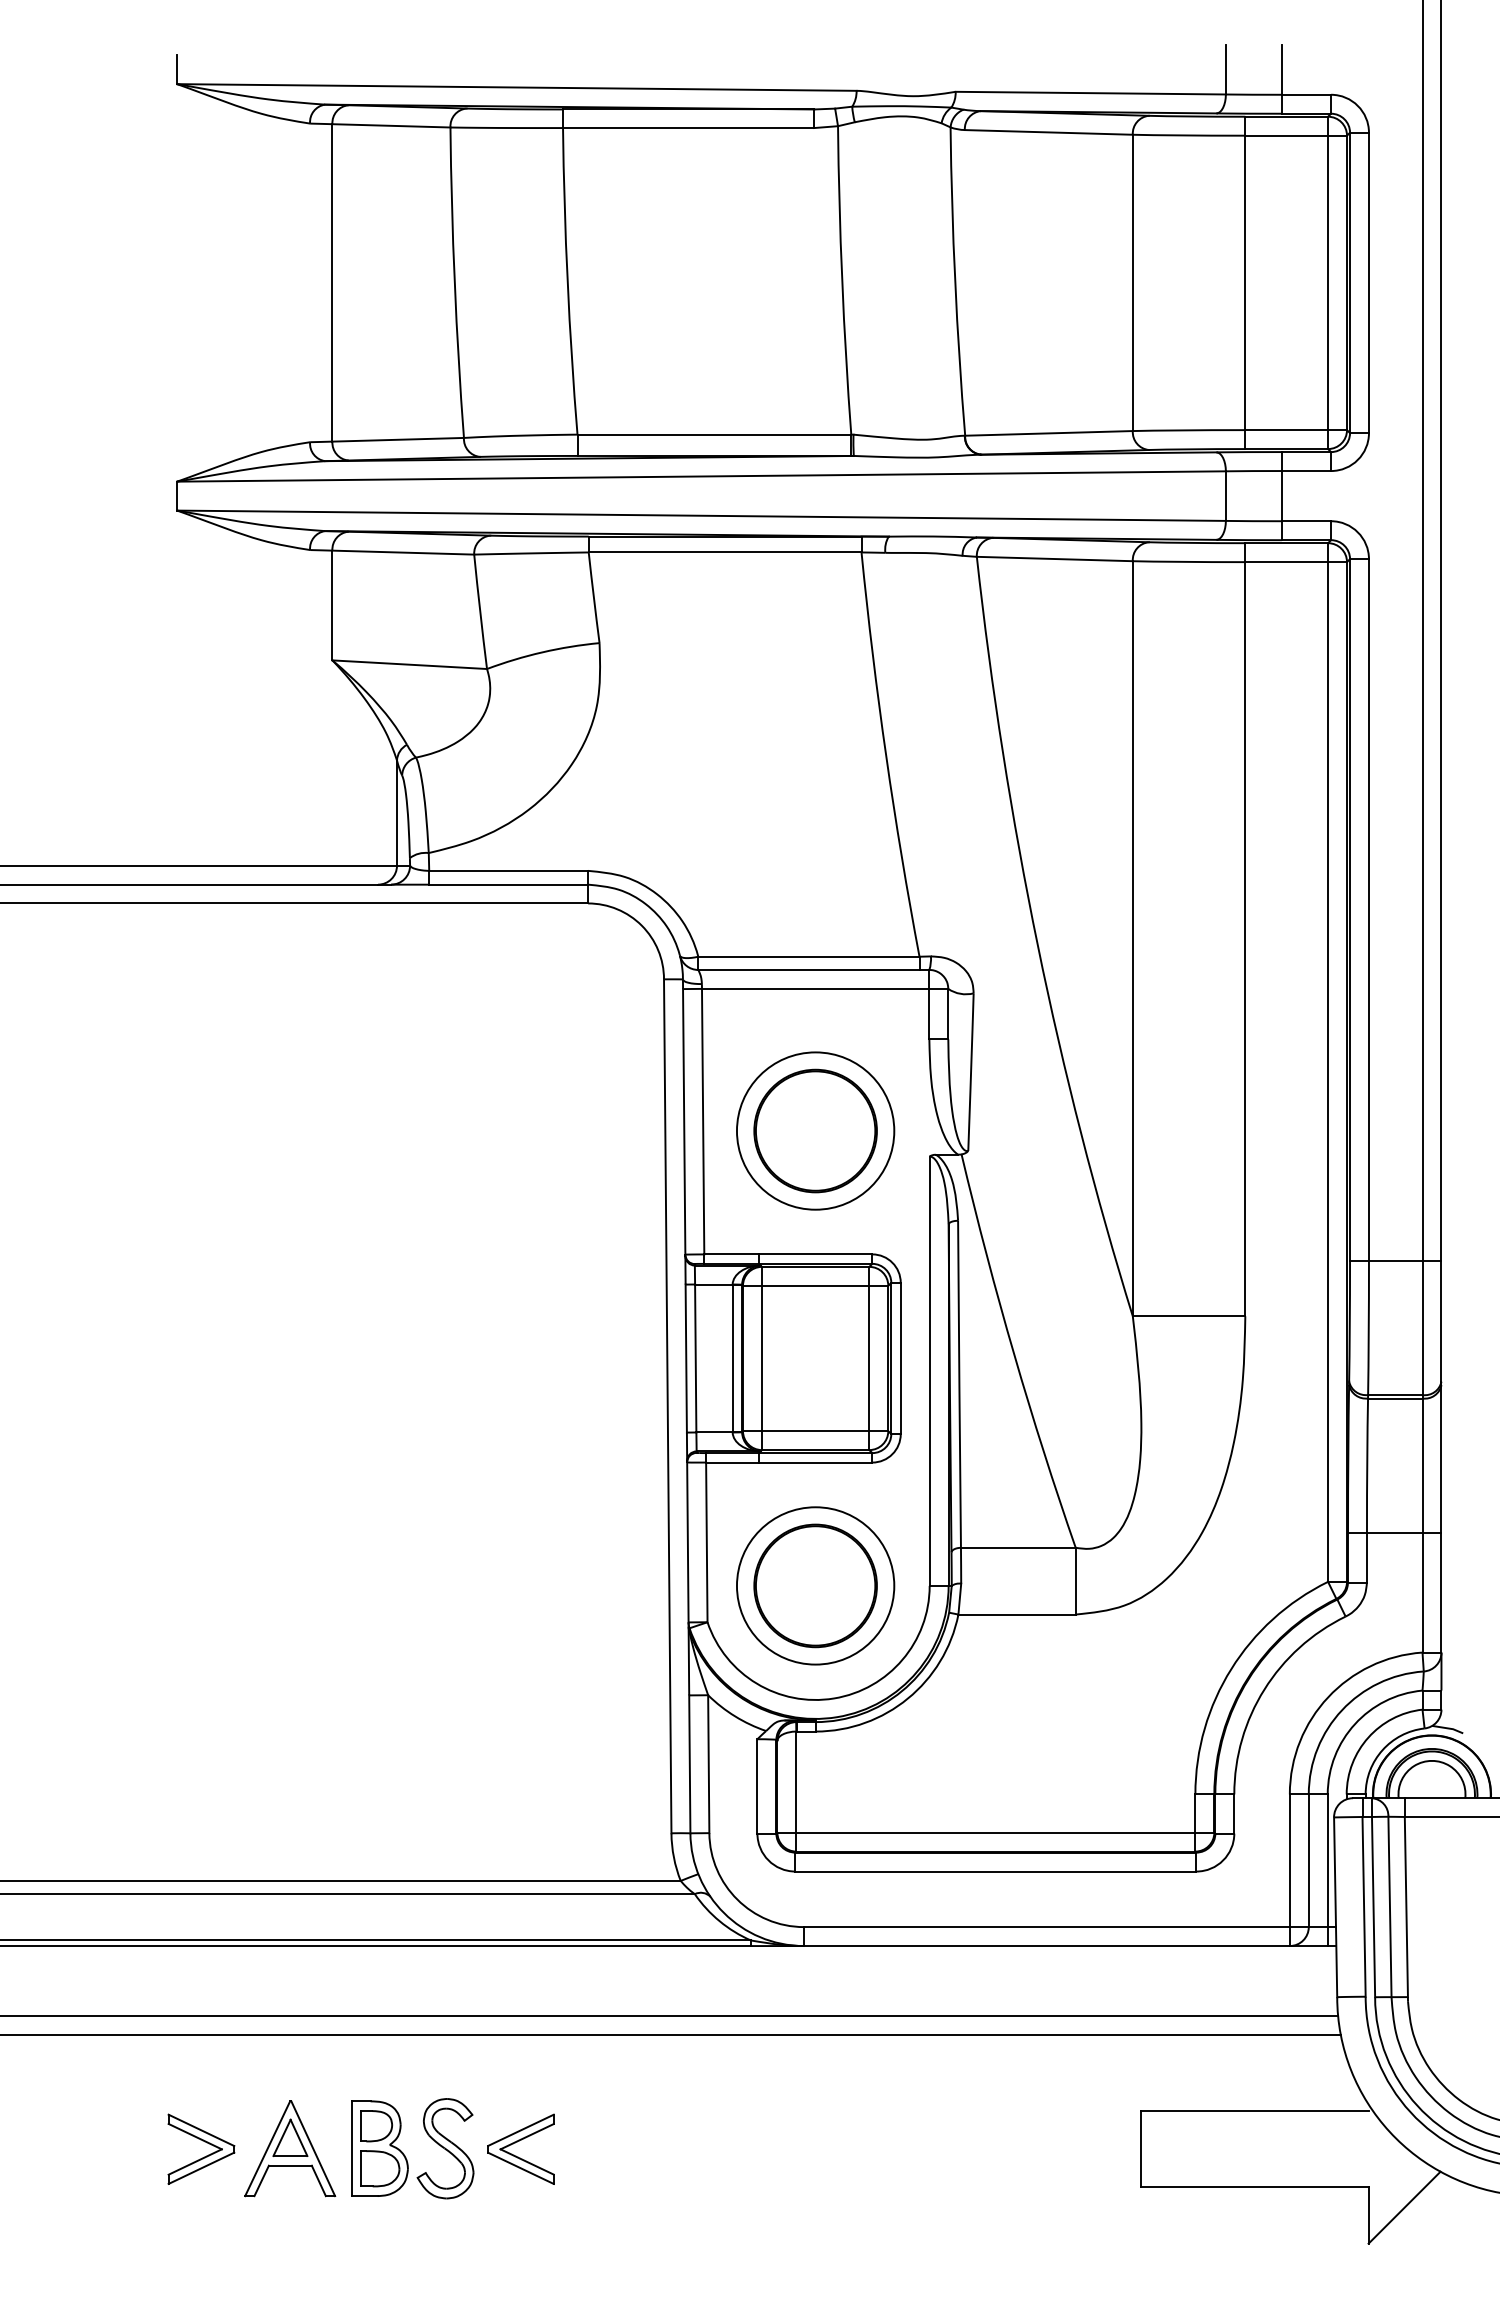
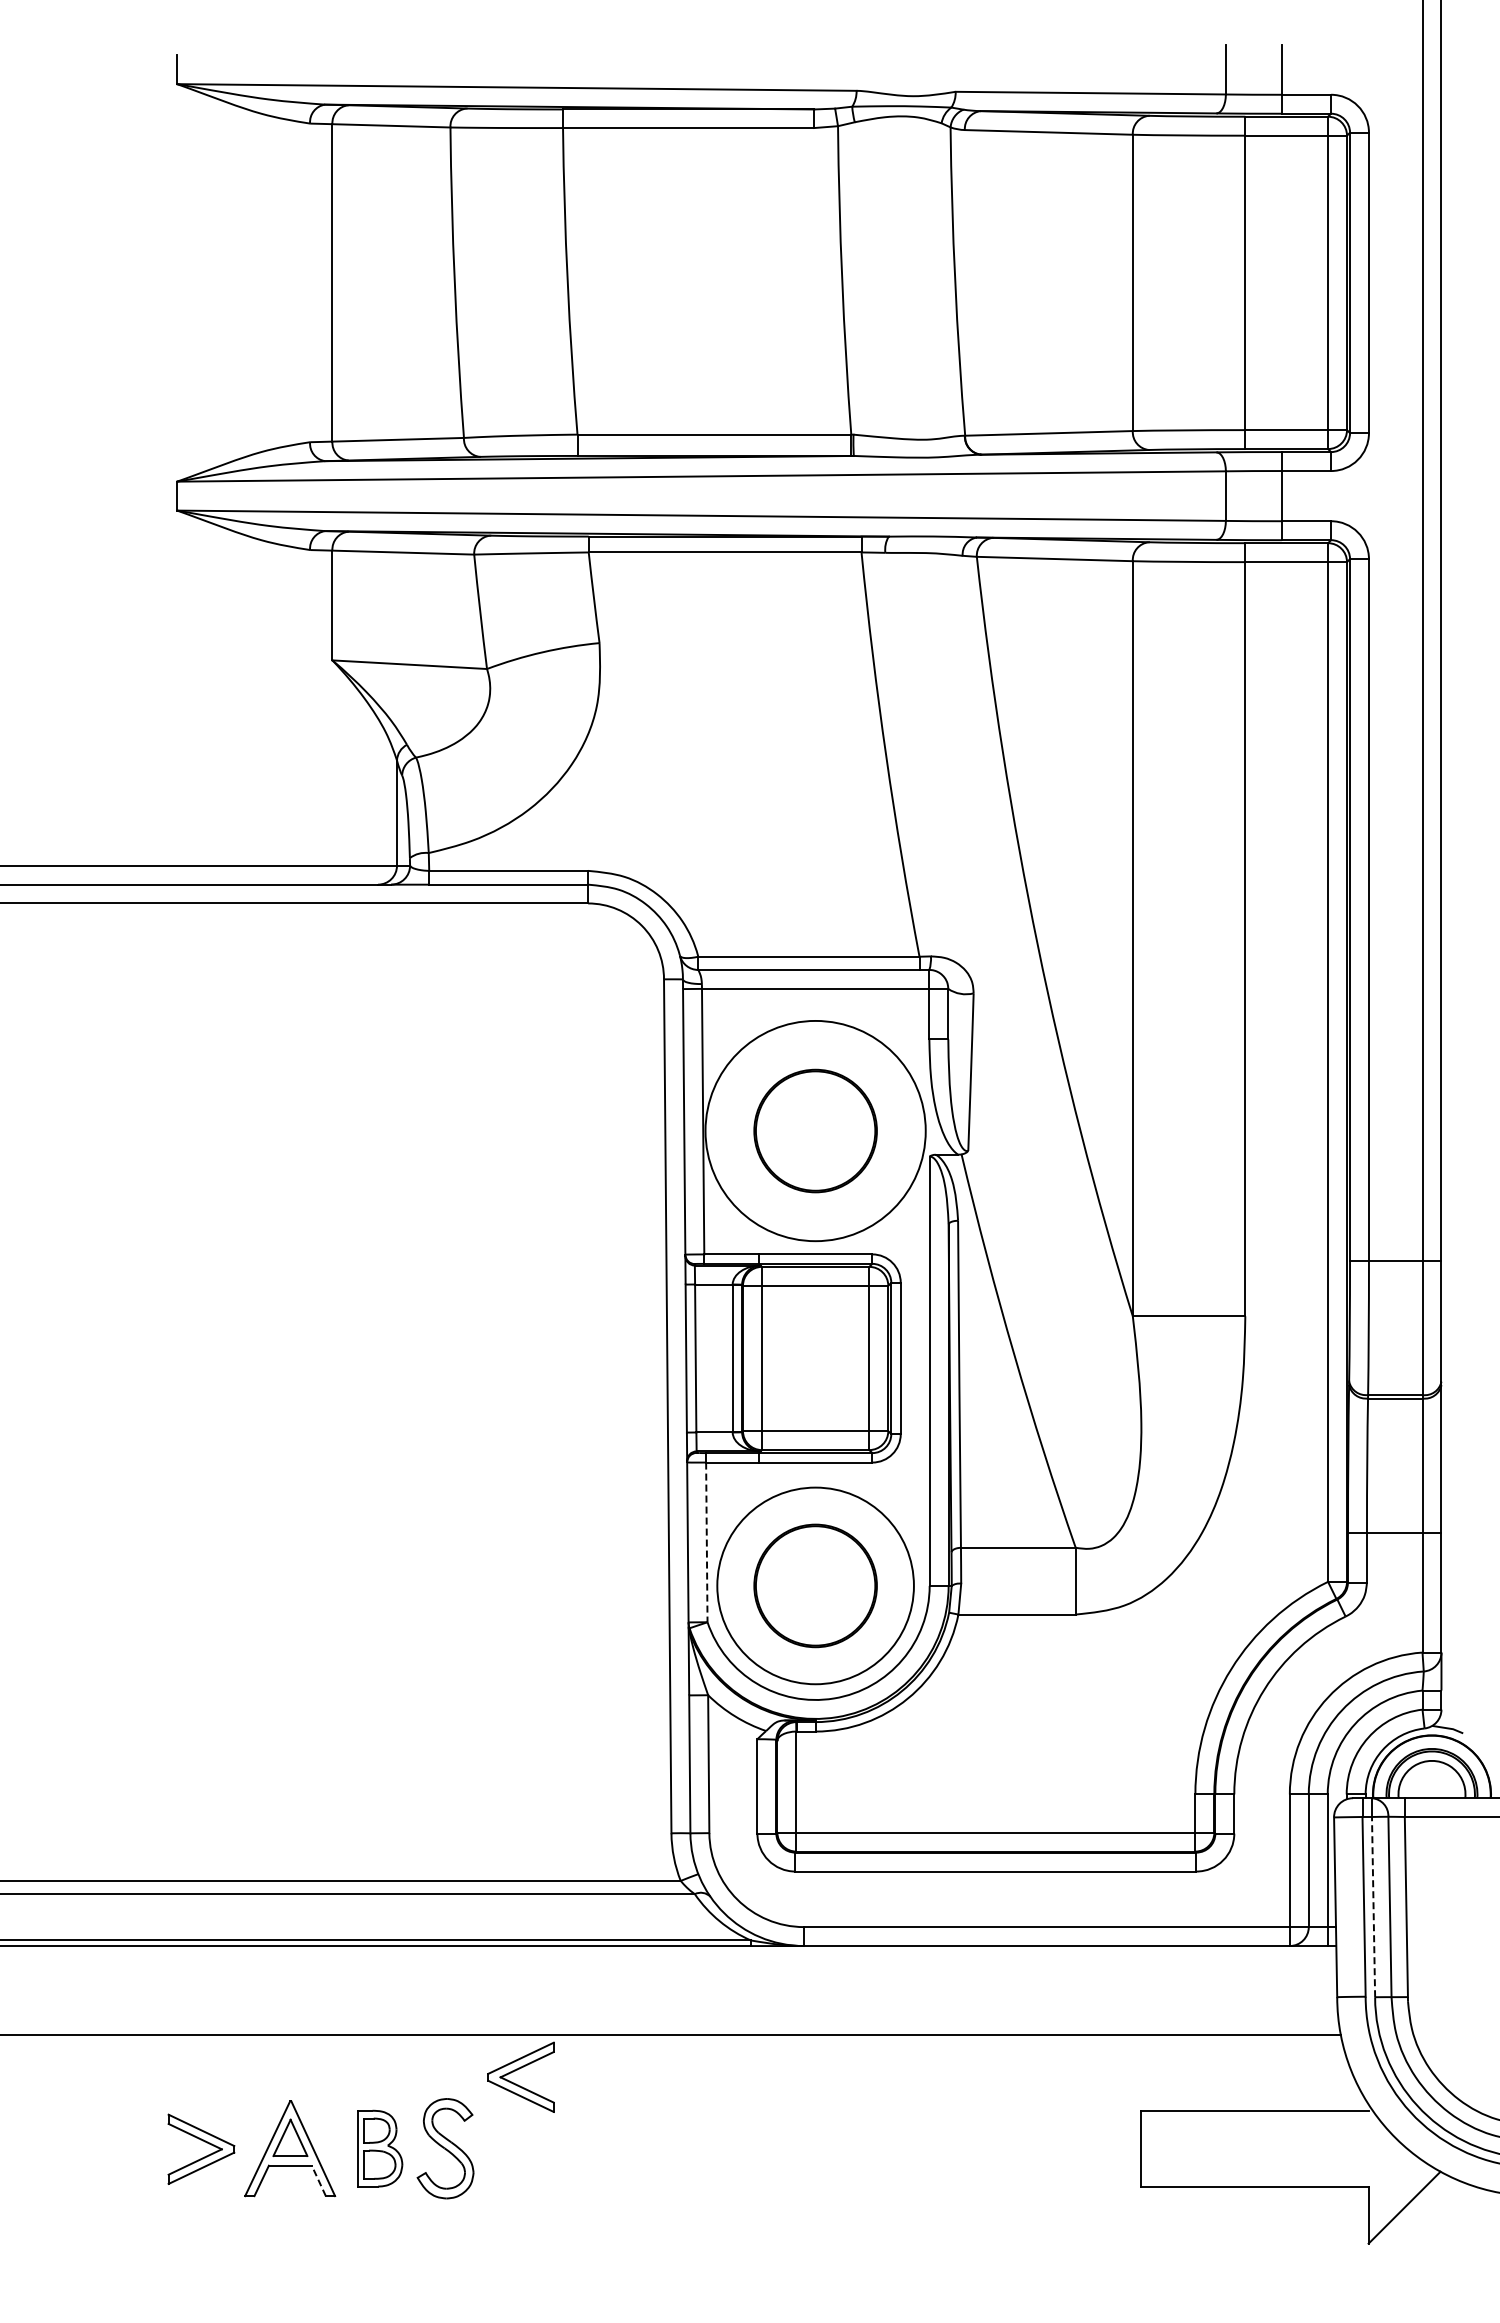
circle at (815, 1130) diameter: 157 px -> 220 px
line at (706, 1542): solid -> dashed
circle at (815, 1585) diameter: 157 px -> 197 px
line at (1373, 1906): solid -> dashed
line at (670, 2015): present -> none
part at (517, 2142) position: (517, 2142) -> (517, 2070)
part at (379, 2148) size: 58x97 px -> 47x79 px
line at (318, 2180): solid -> dashed
